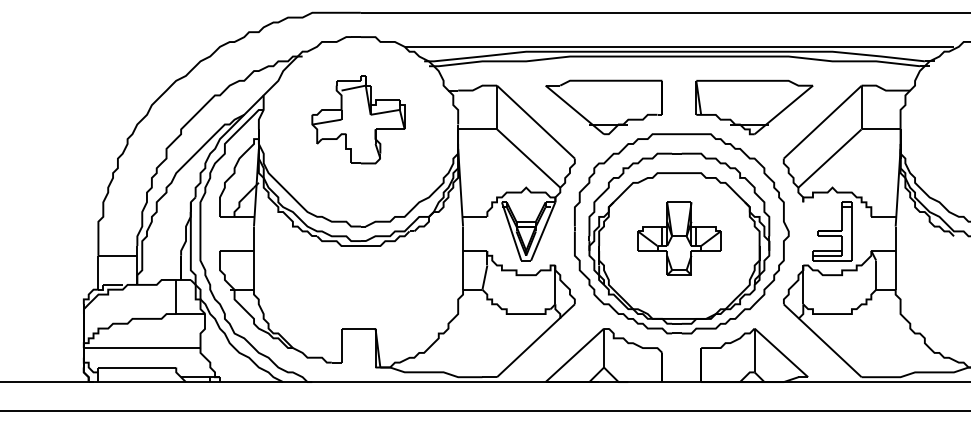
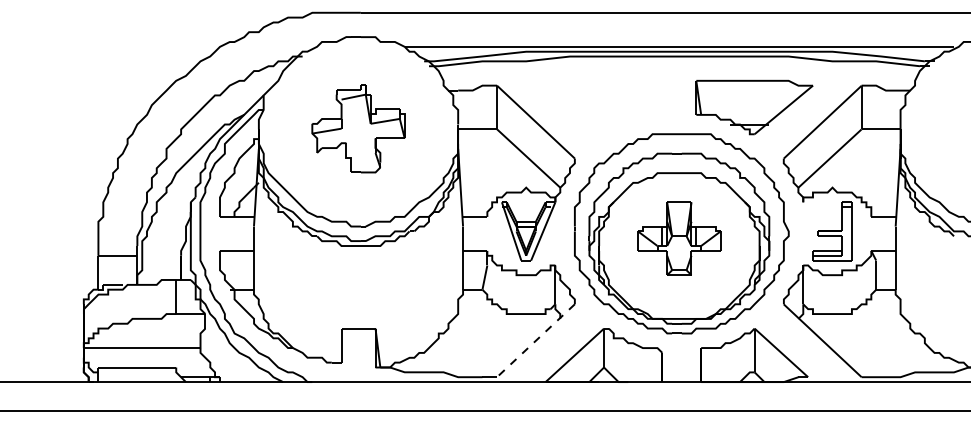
part at (603, 107): present -> none
part at (358, 119) position: (358, 119) -> (358, 128)
line at (535, 341): solid -> dashed
